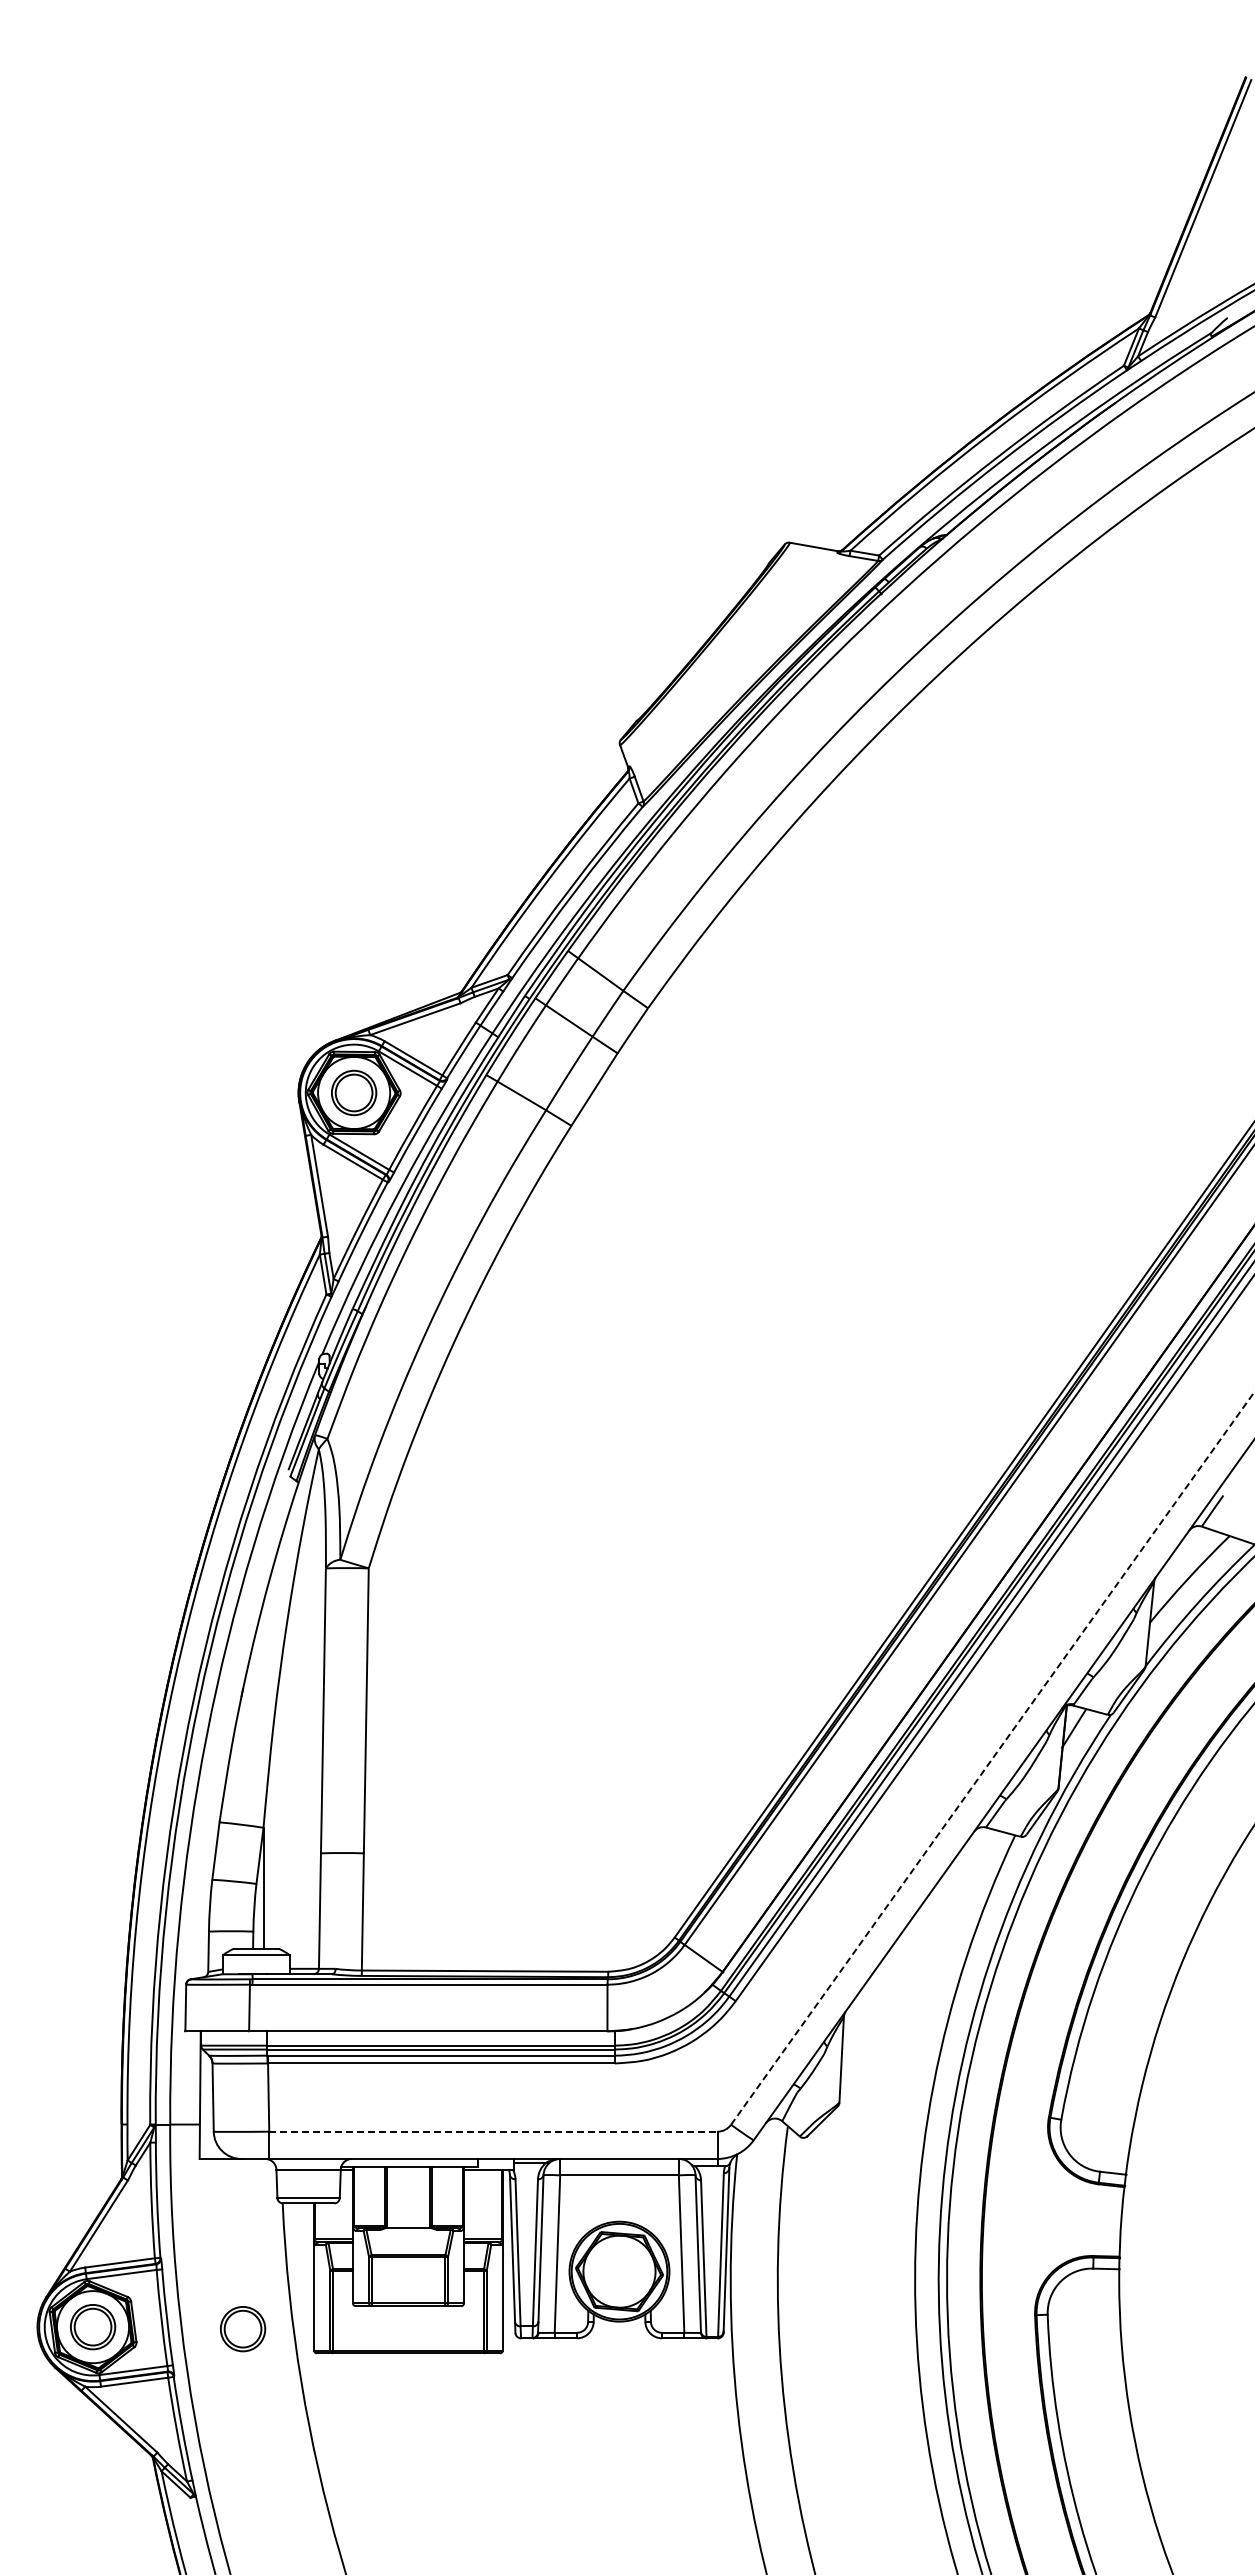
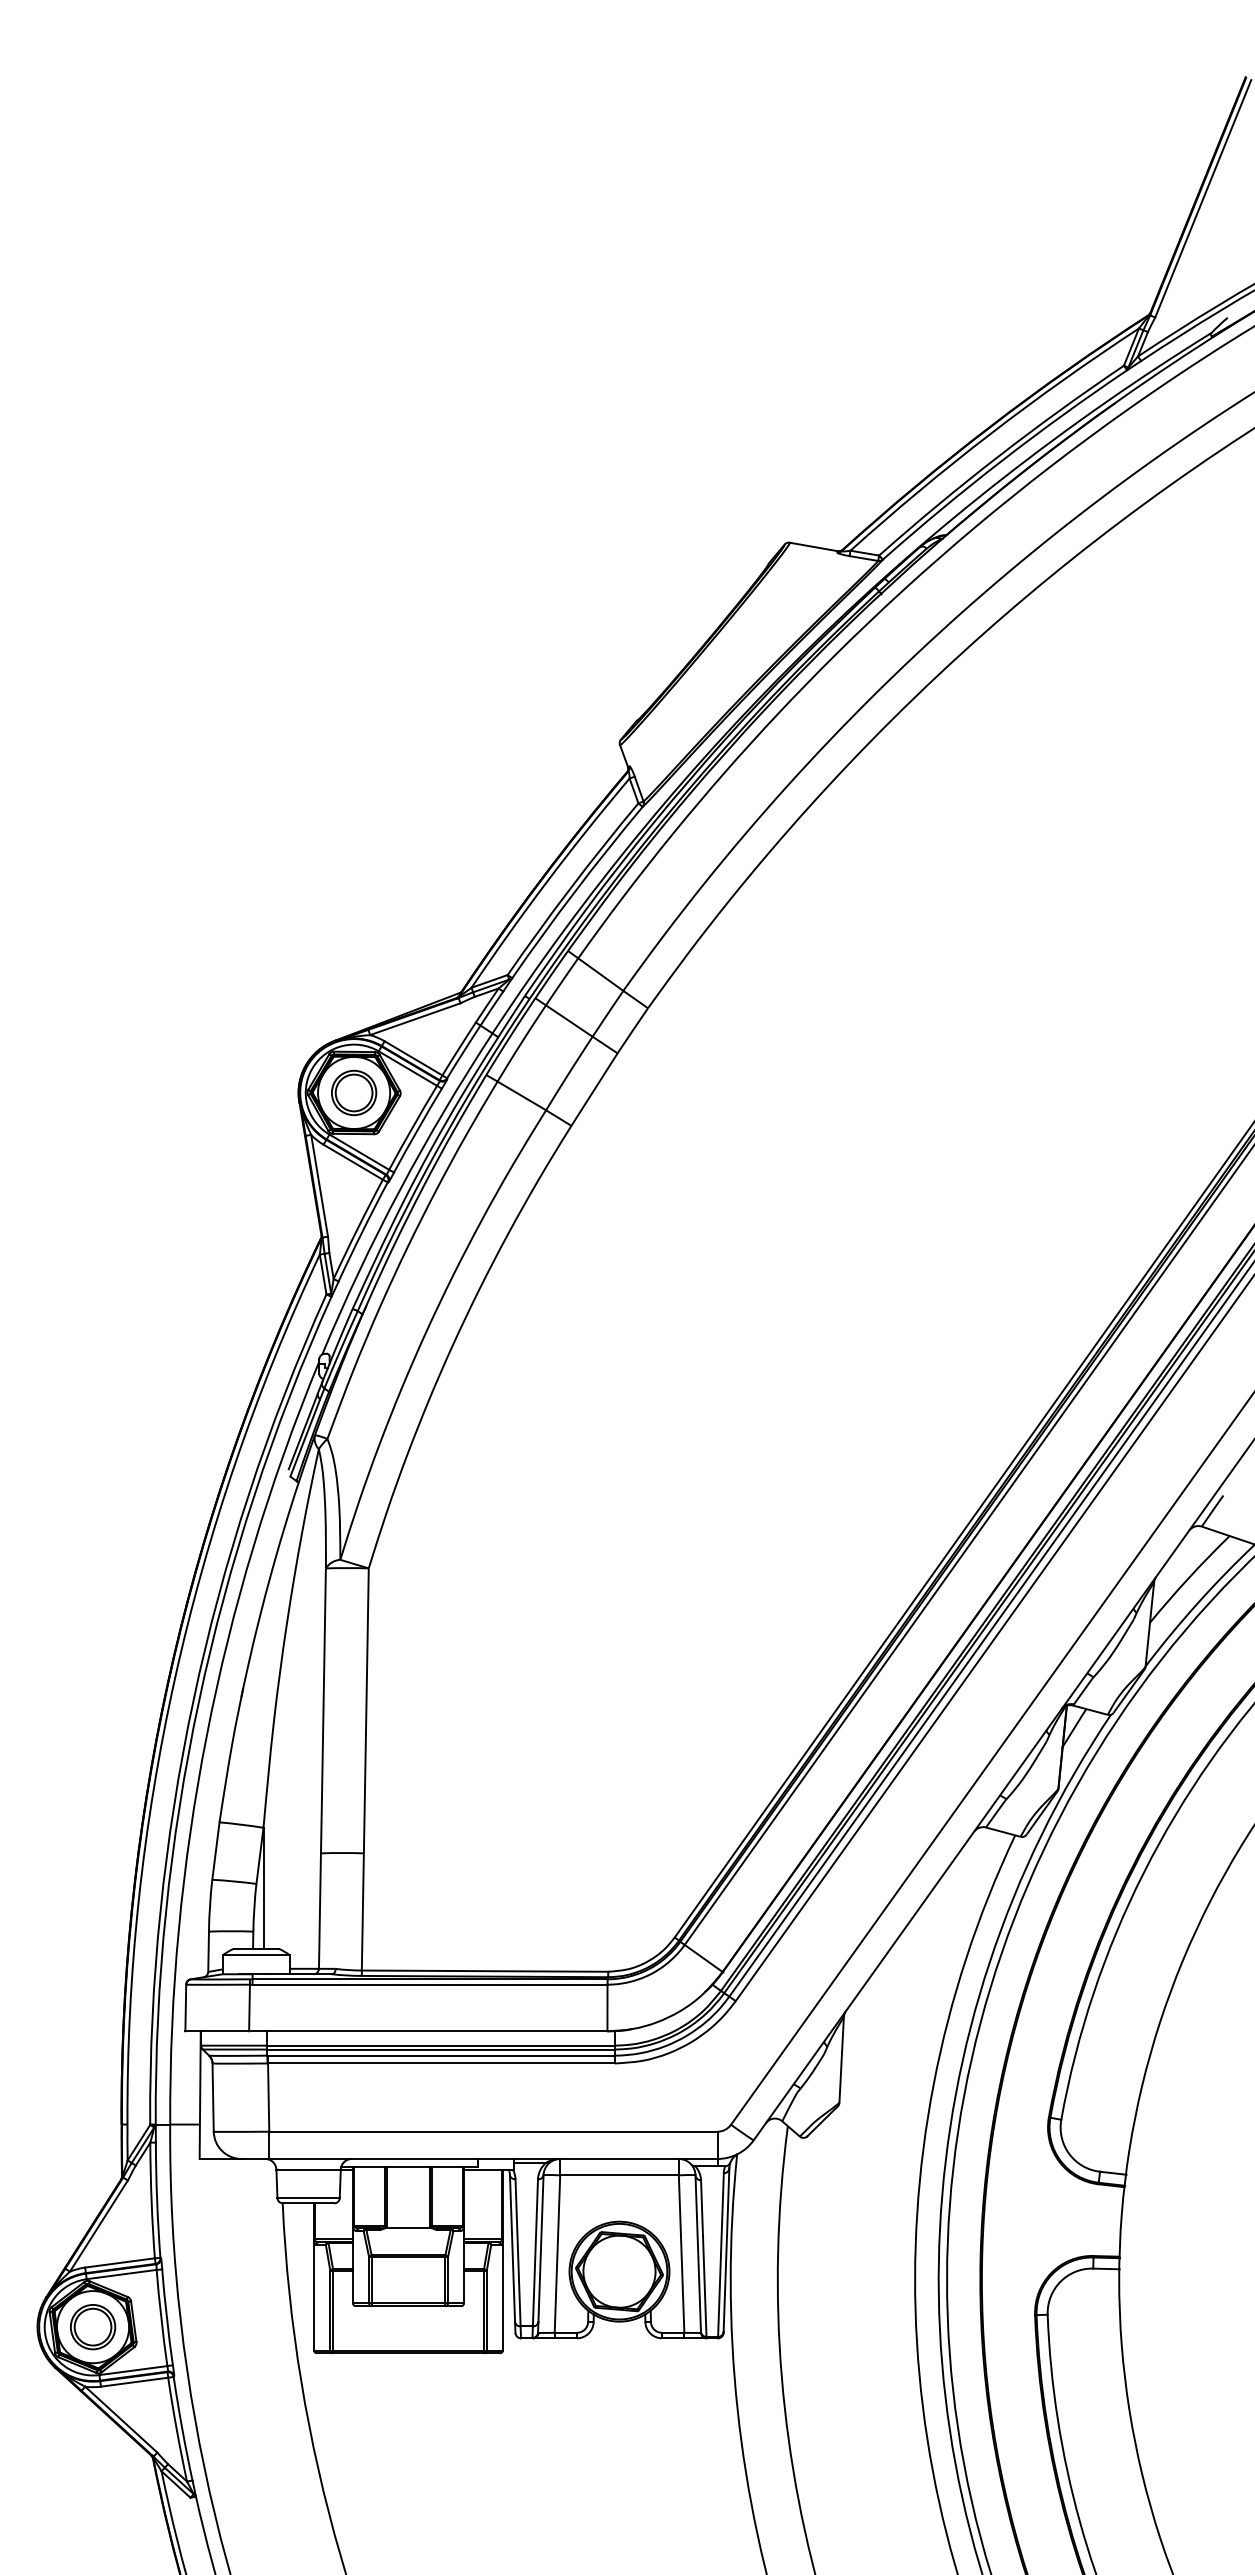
line at (993, 1757): dashed -> solid
line at (493, 2131): dashed -> solid
part at (243, 2329): present -> none
